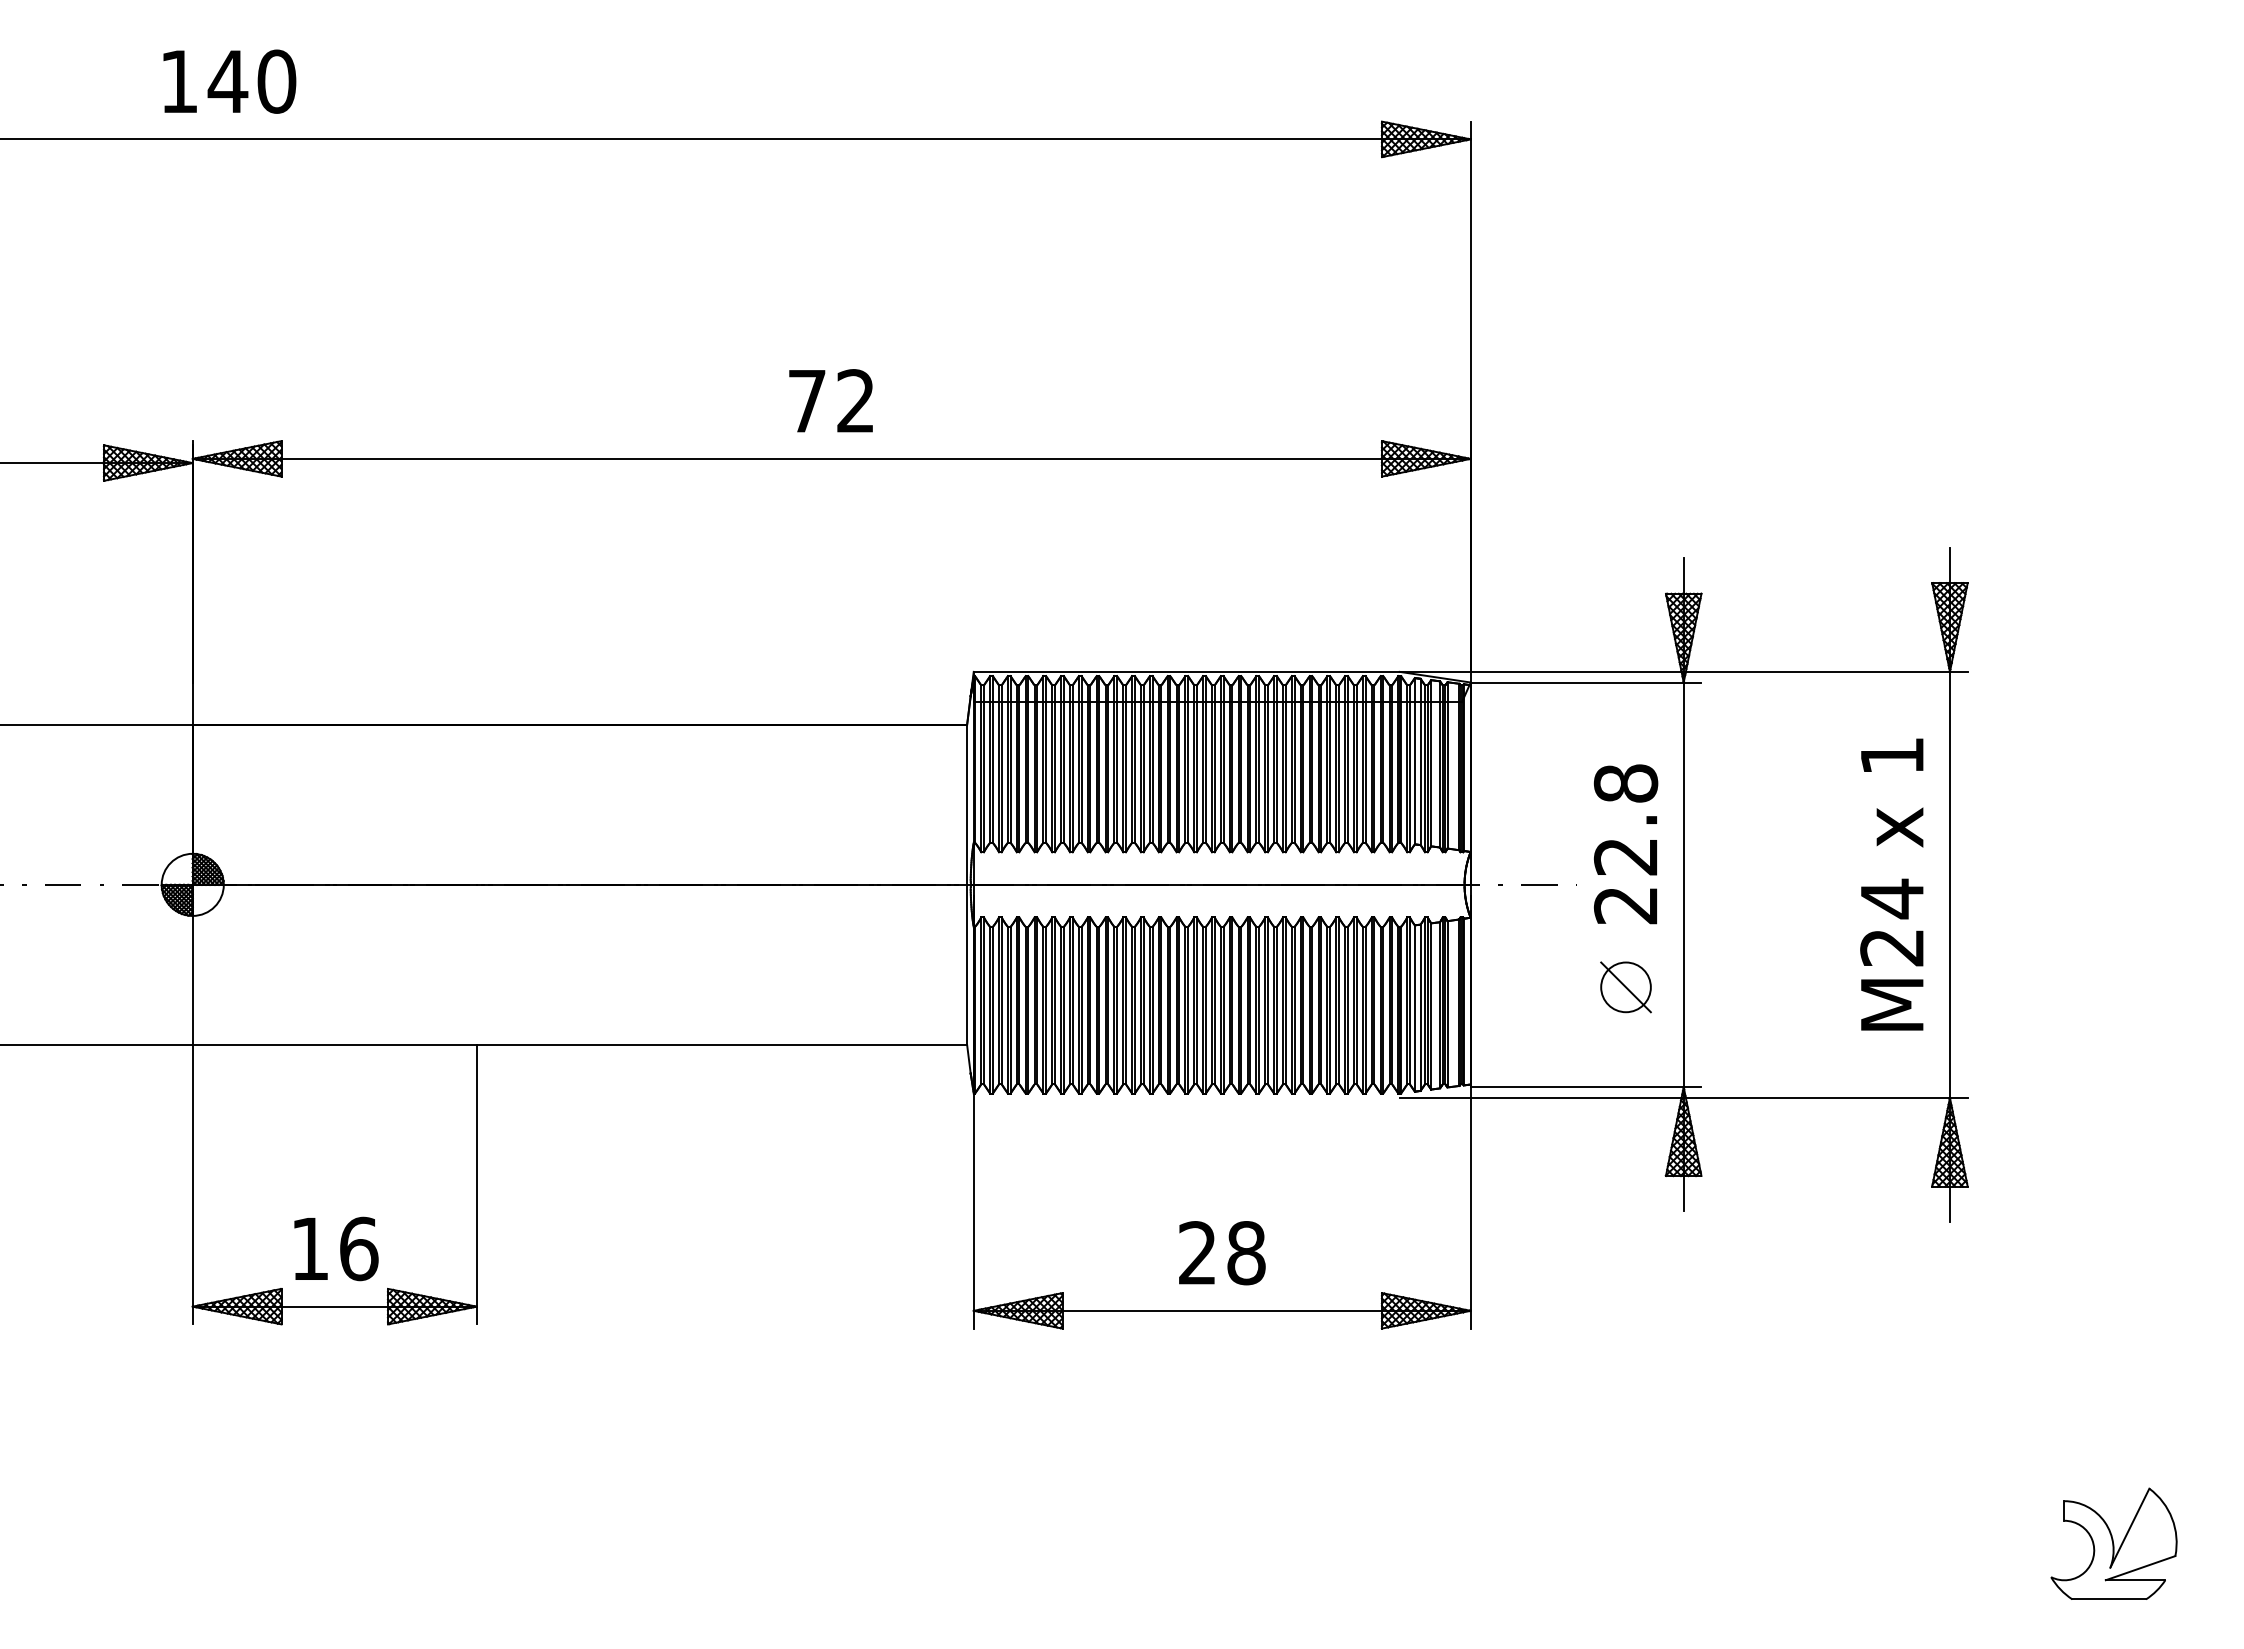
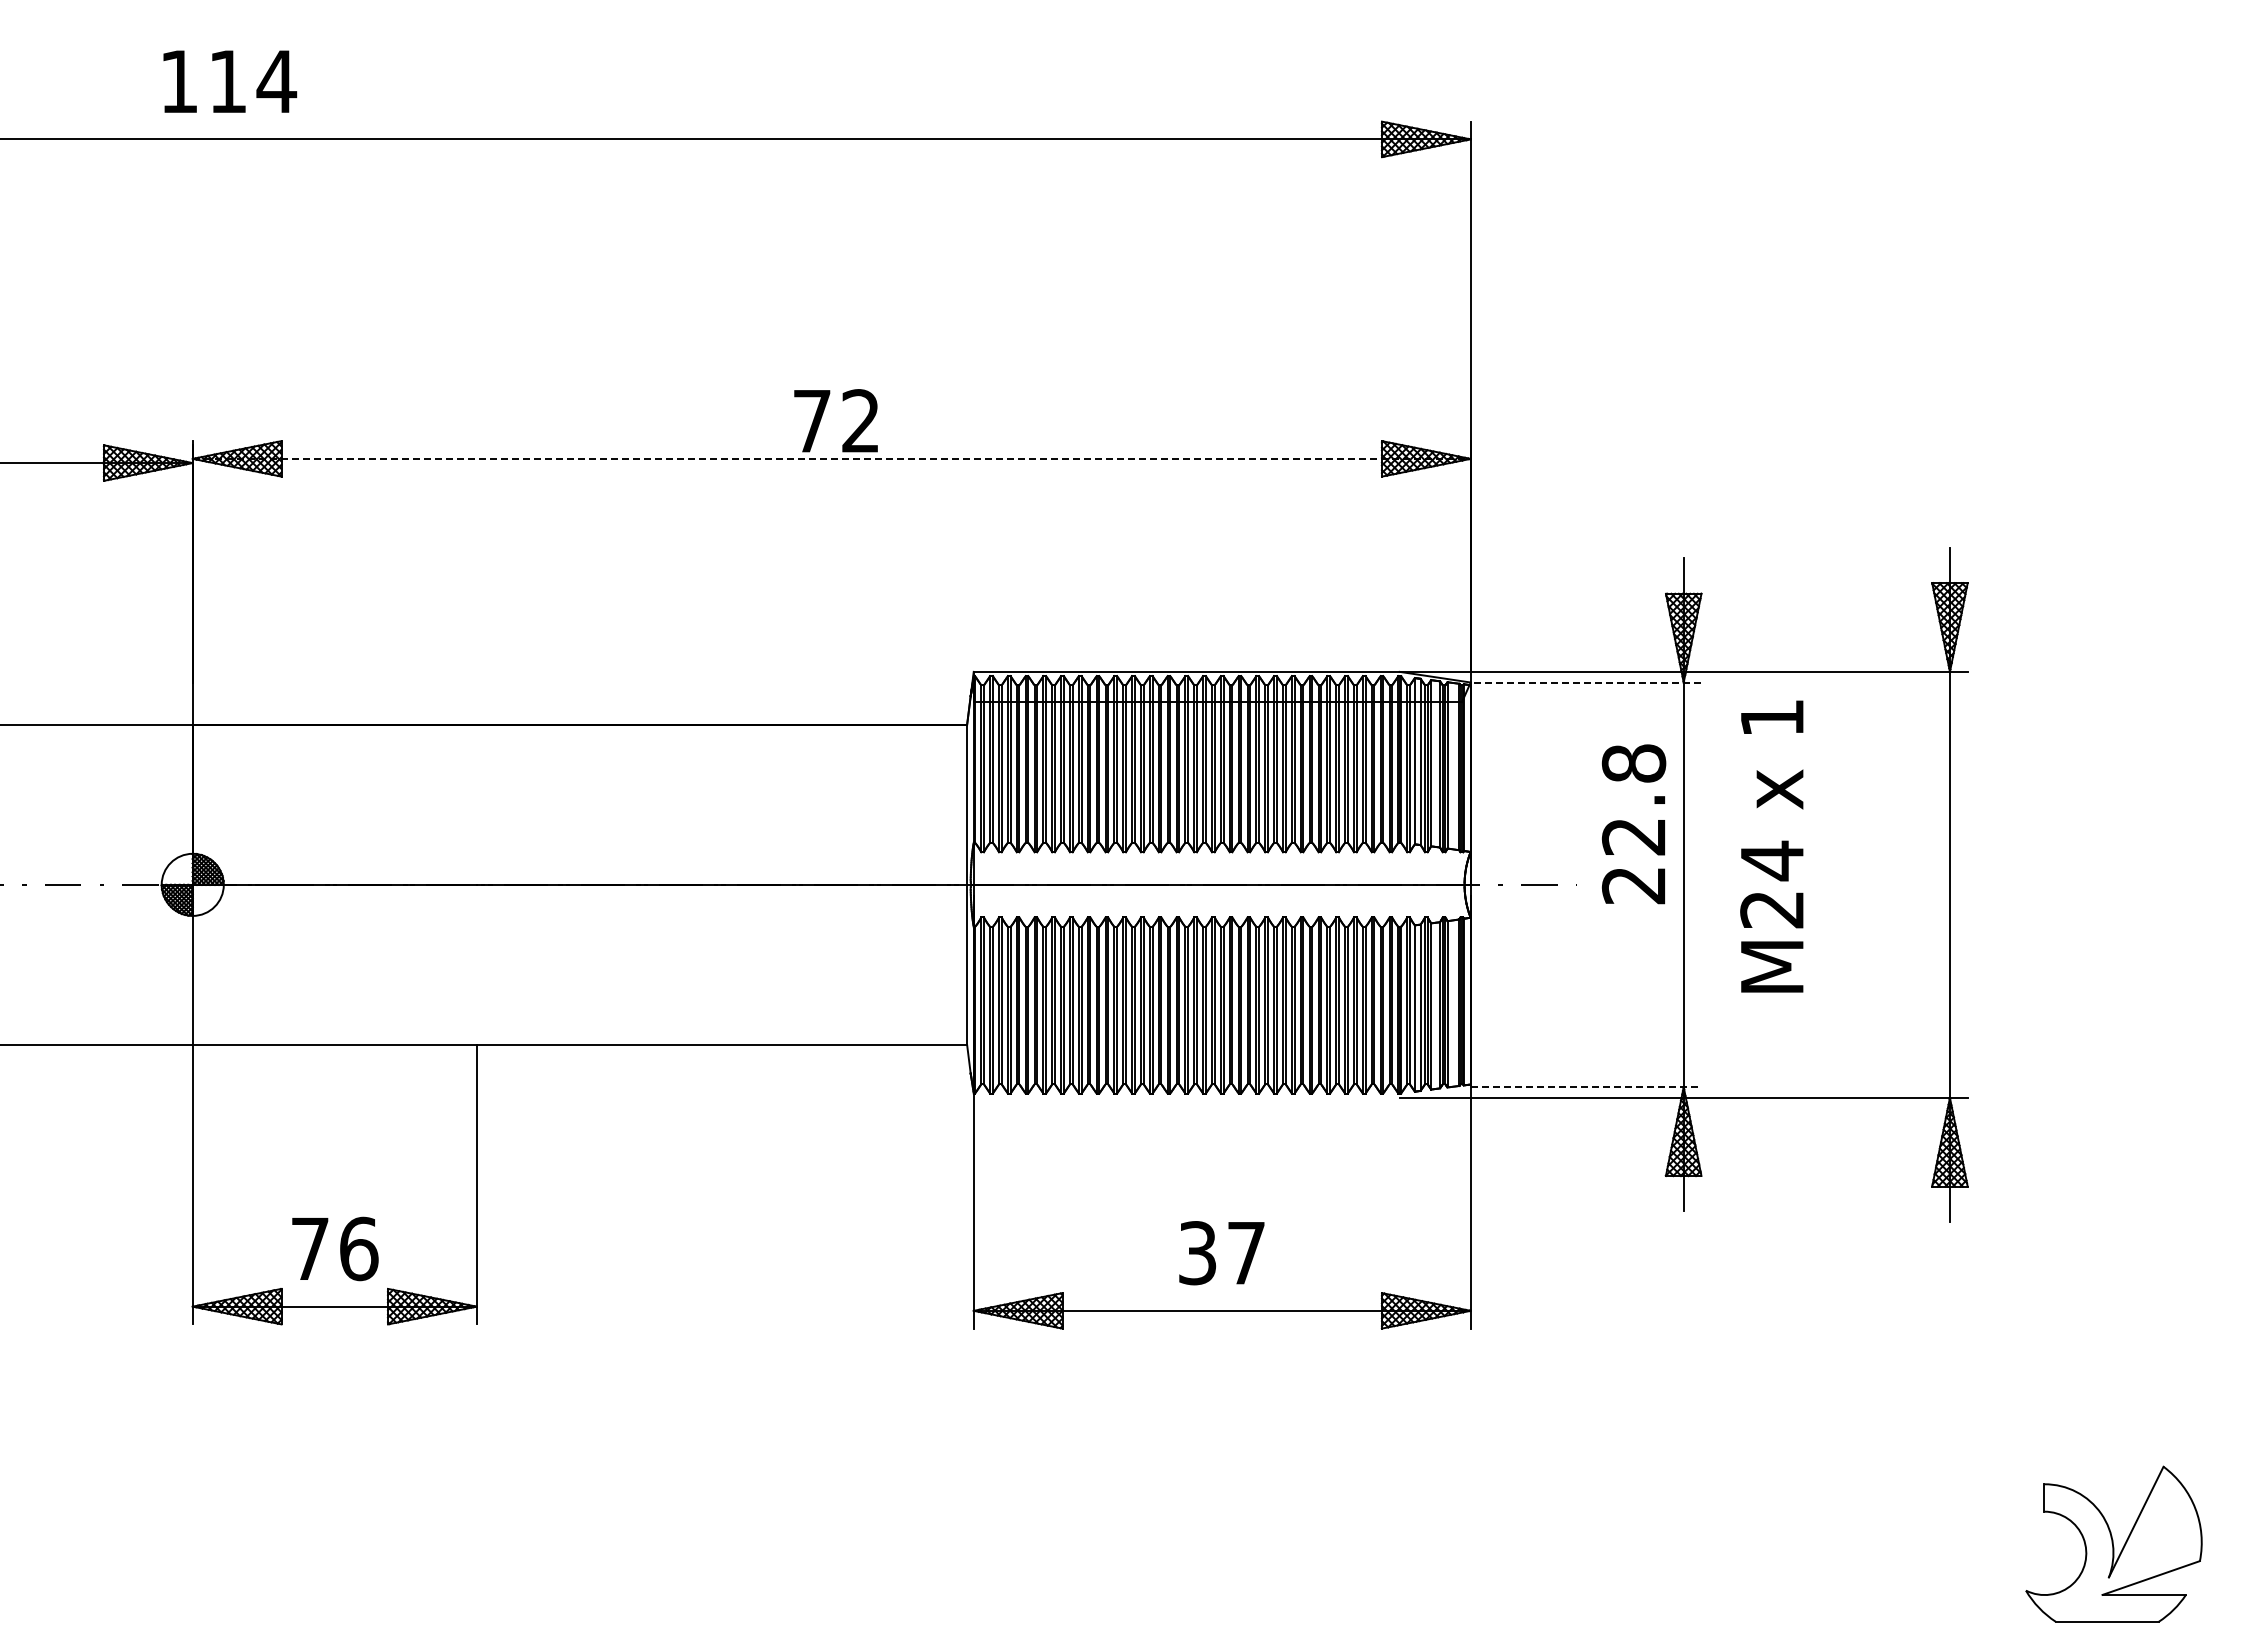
text at (252, 81): 140 -> 114
text at (830, 400) position: (830, 400) -> (835, 420)
line at (831, 458): solid -> dashed
line at (1585, 682): solid -> dashed
text at (1625, 844) position: (1625, 844) -> (1633, 824)
text at (1891, 884) position: (1891, 884) -> (1771, 846)
part at (1625, 987): present -> none
line at (1586, 1087): solid -> dashed
text at (310, 1248): 16 -> 76
text at (1222, 1253): 28 -> 37
part at (2113, 1543) size: 128x113 px -> 178x158 px
